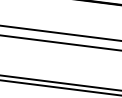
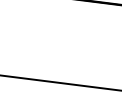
line at (60, 32): present -> none
line at (60, 42): present -> none
line at (59, 87): present -> none
